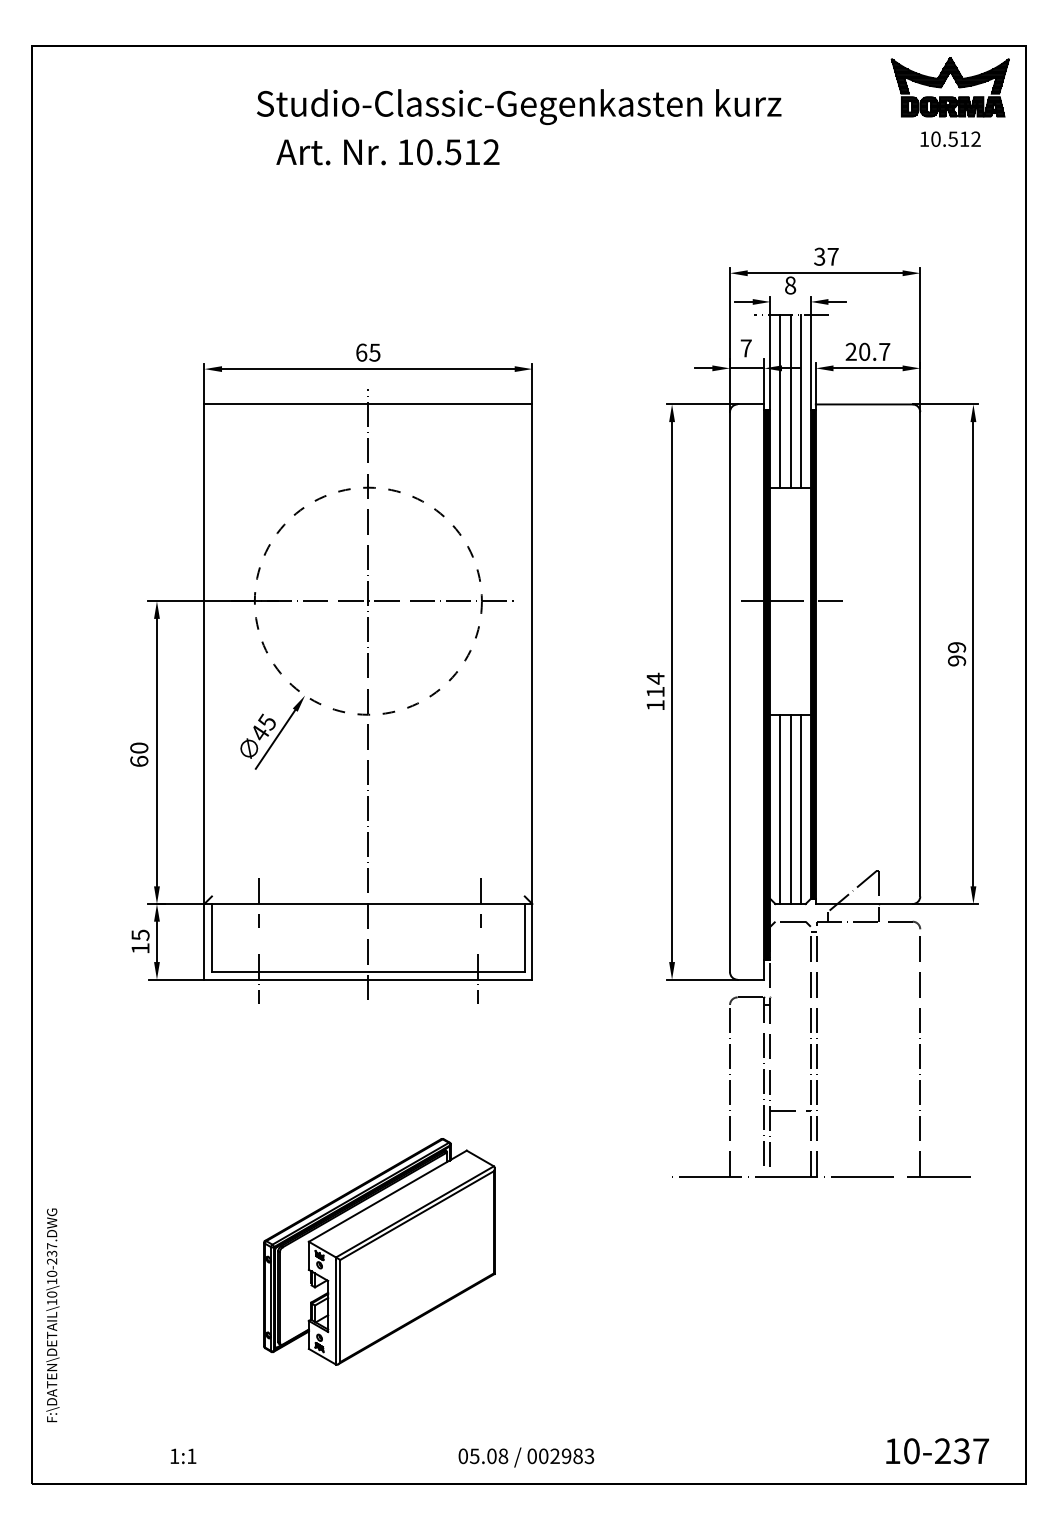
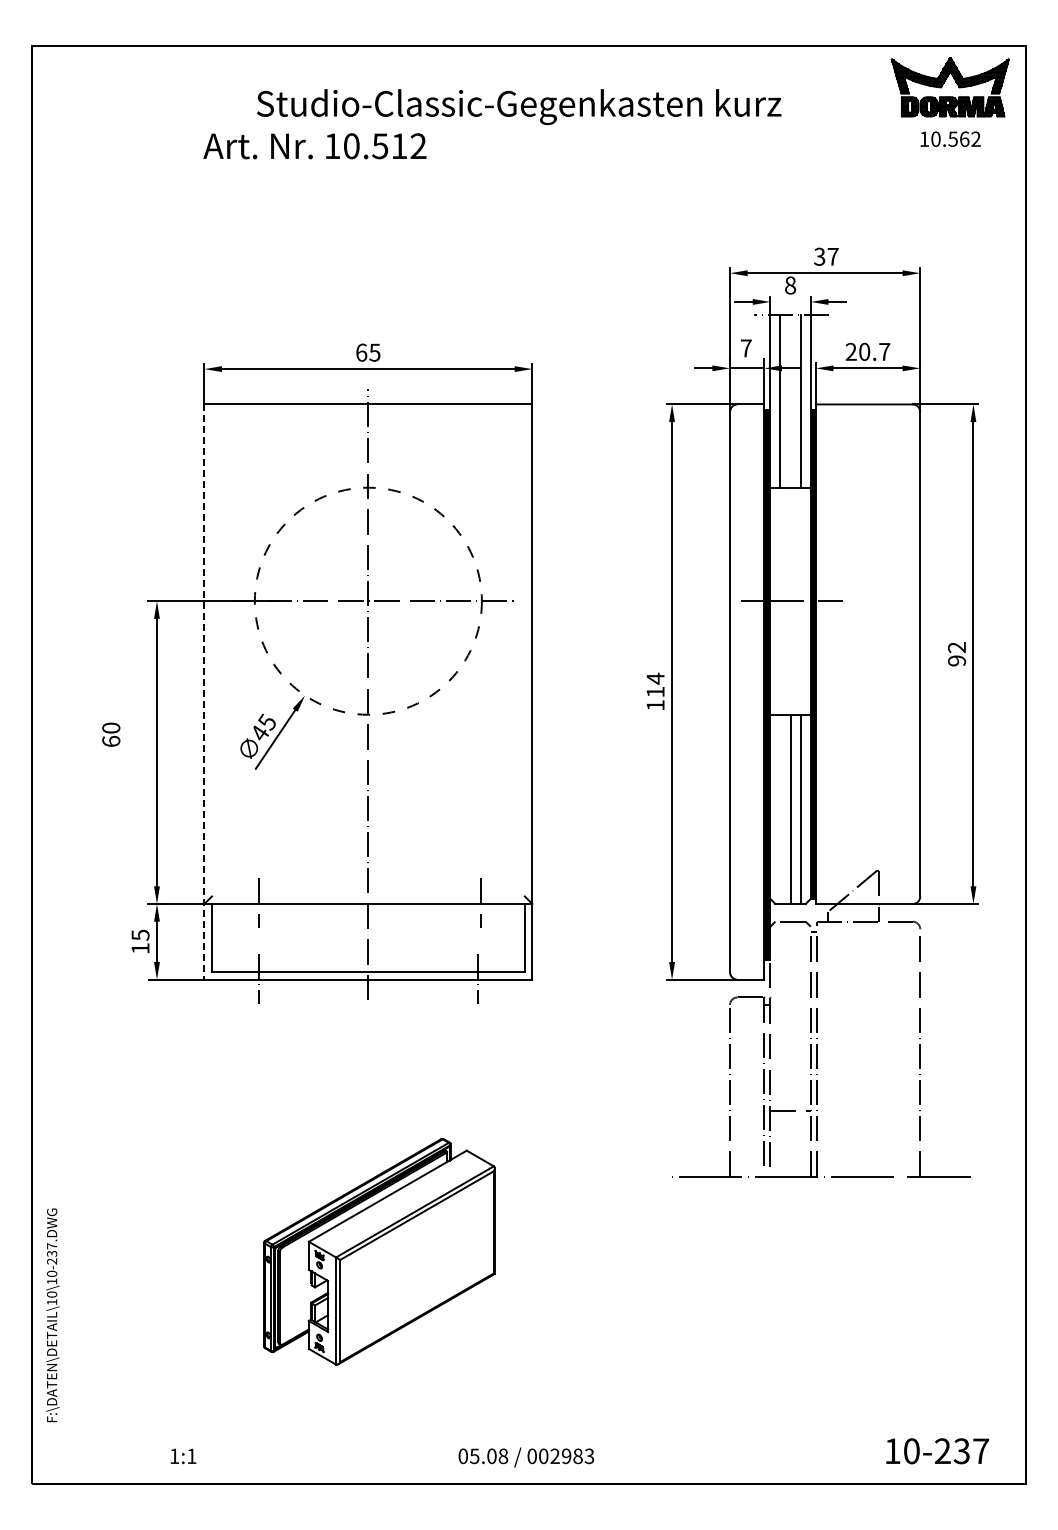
text at (964, 138): 10.512 -> 10.562
text at (387, 152) position: (387, 152) -> (314, 146)
line at (790, 400): present -> none
text at (957, 647): 99 -> 92
line at (204, 692): solid -> dashed
text at (139, 754) position: (139, 754) -> (111, 734)
line at (780, 809): present -> none
